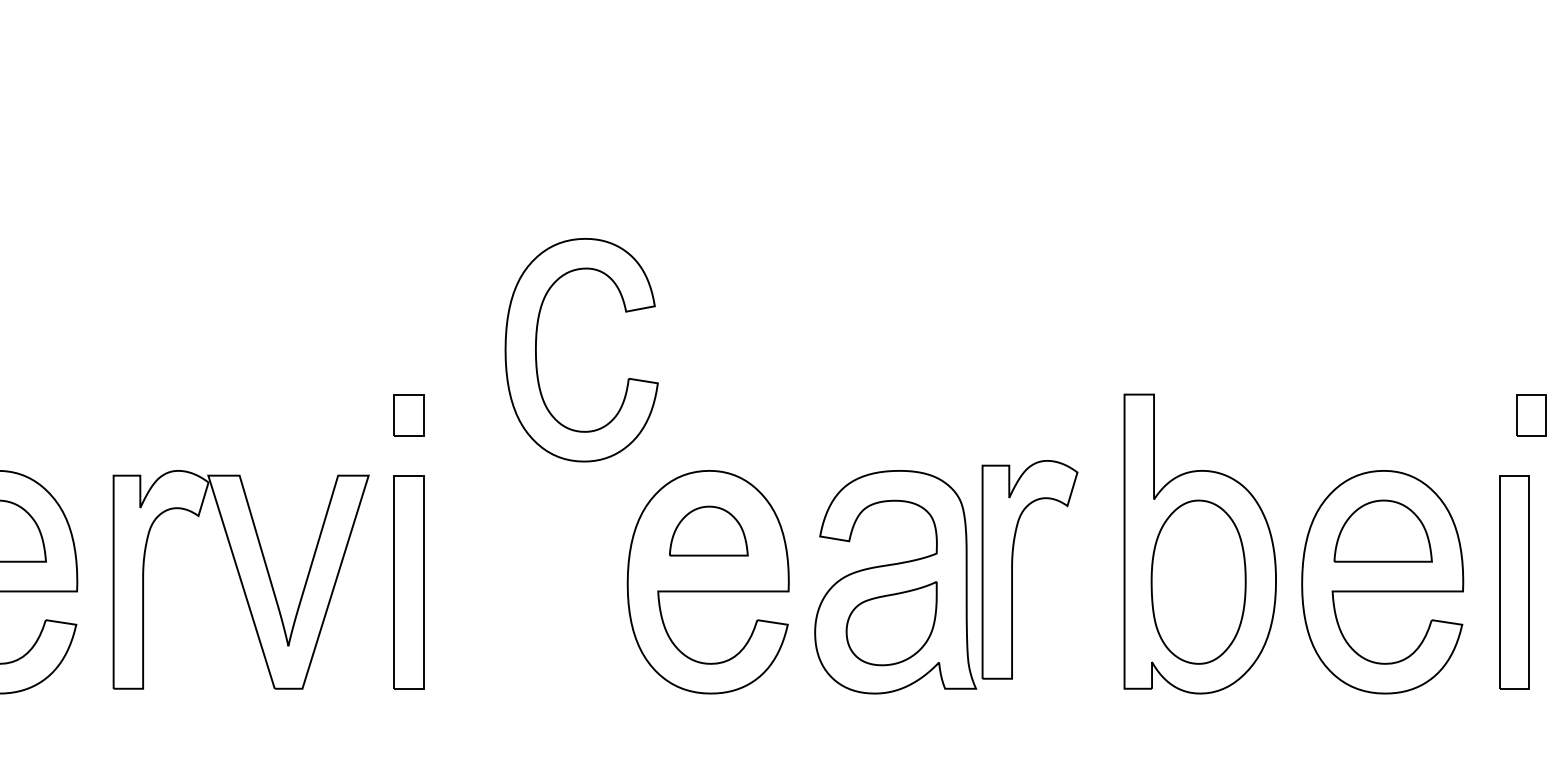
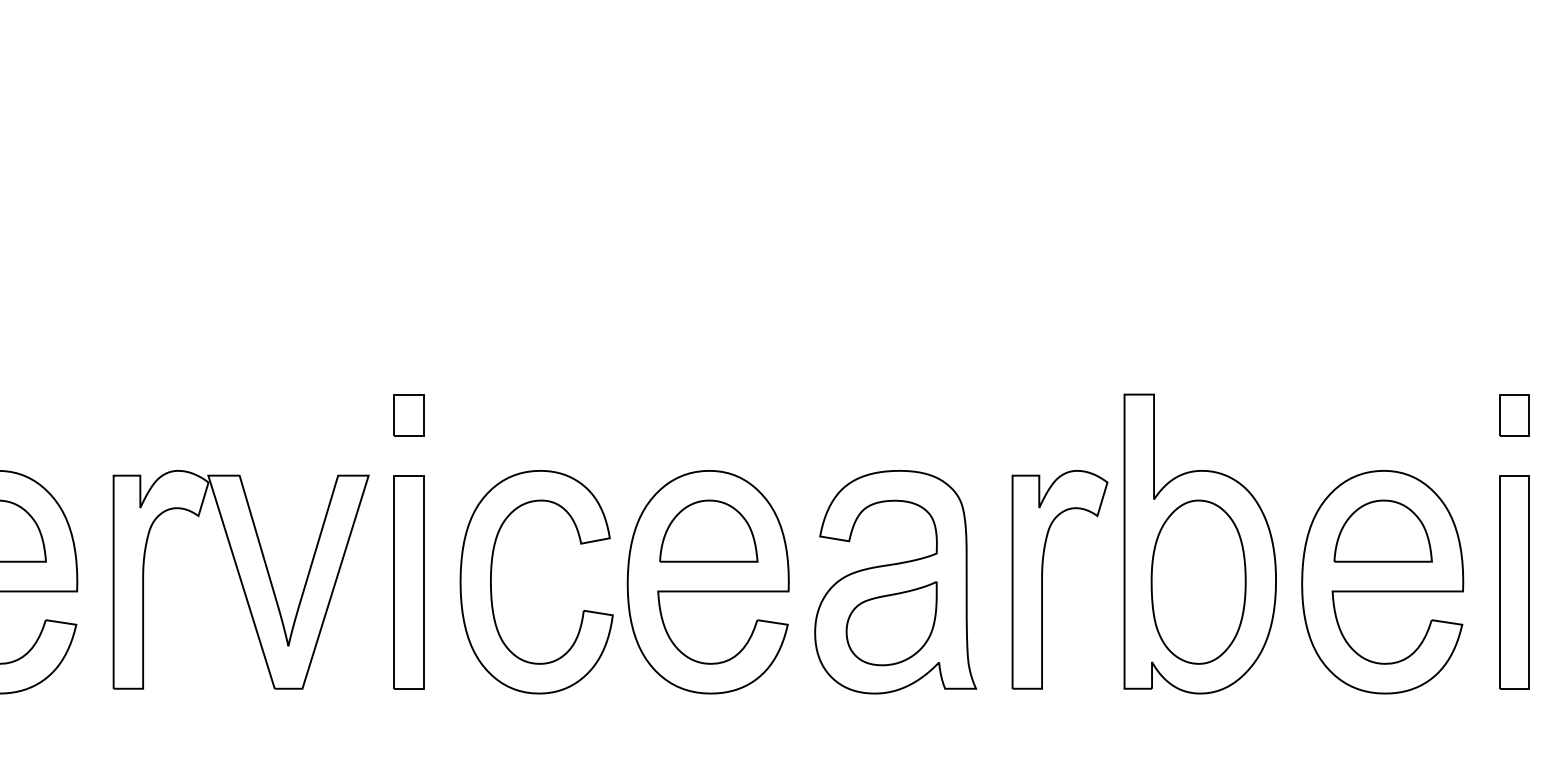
part at (536, 350) position: (536, 350) -> (491, 582)
part at (1531, 415) position: (1531, 415) -> (1514, 415)
part at (708, 530) size: 80x52 px -> 100x64 px
part at (1012, 569) position: (1012, 569) -> (1042, 579)
